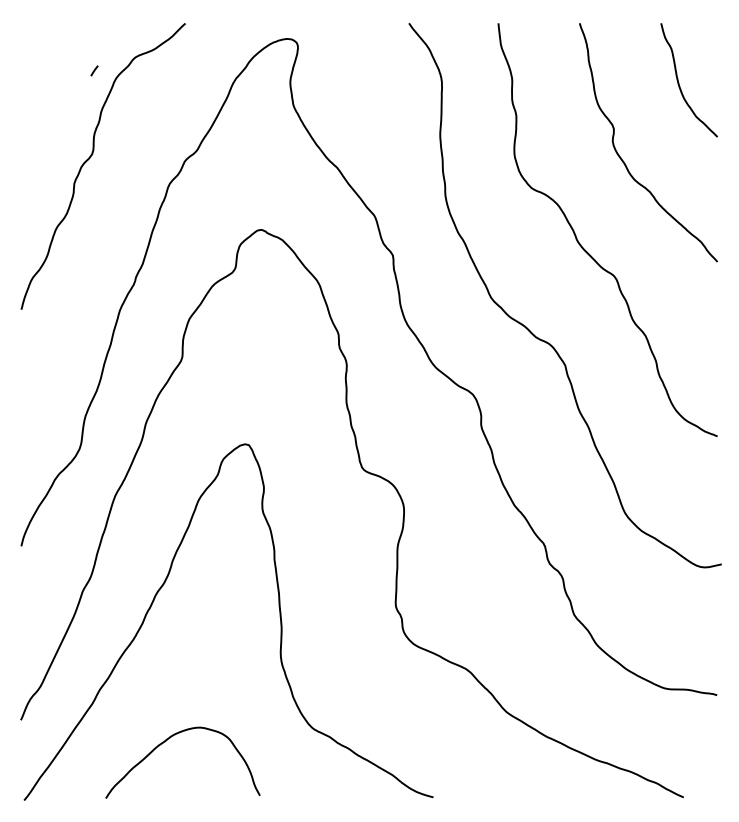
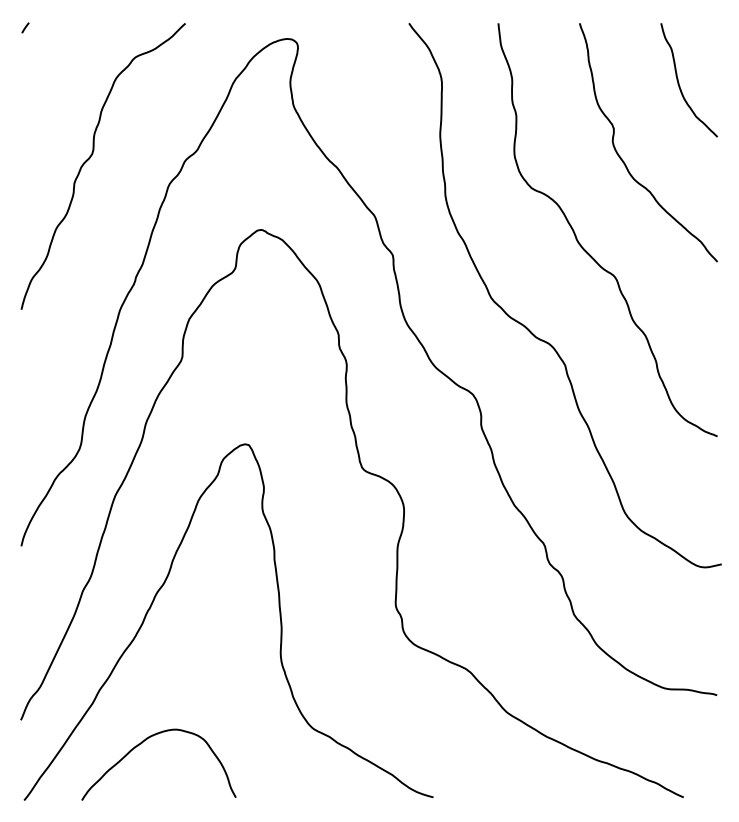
line at (94, 70) position: (94, 70) -> (25, 27)
curve at (165, 742) position: (165, 742) -> (141, 744)
